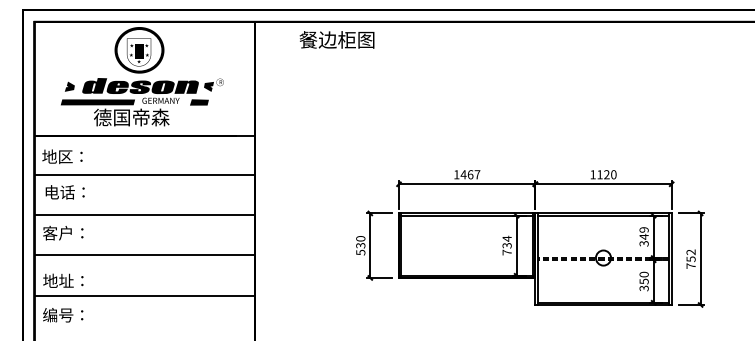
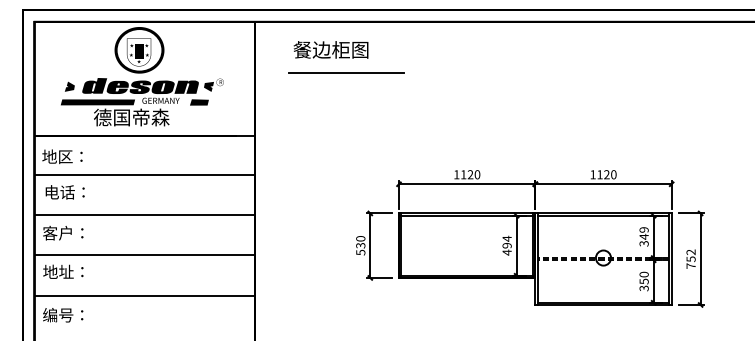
text at (336, 39) position: (336, 39) -> (330, 49)
line at (346, 72): none -> present
text at (470, 174): 1467 -> 1120
text at (506, 249): 734 -> 494
text at (63, 280) position: (63, 280) -> (63, 271)
